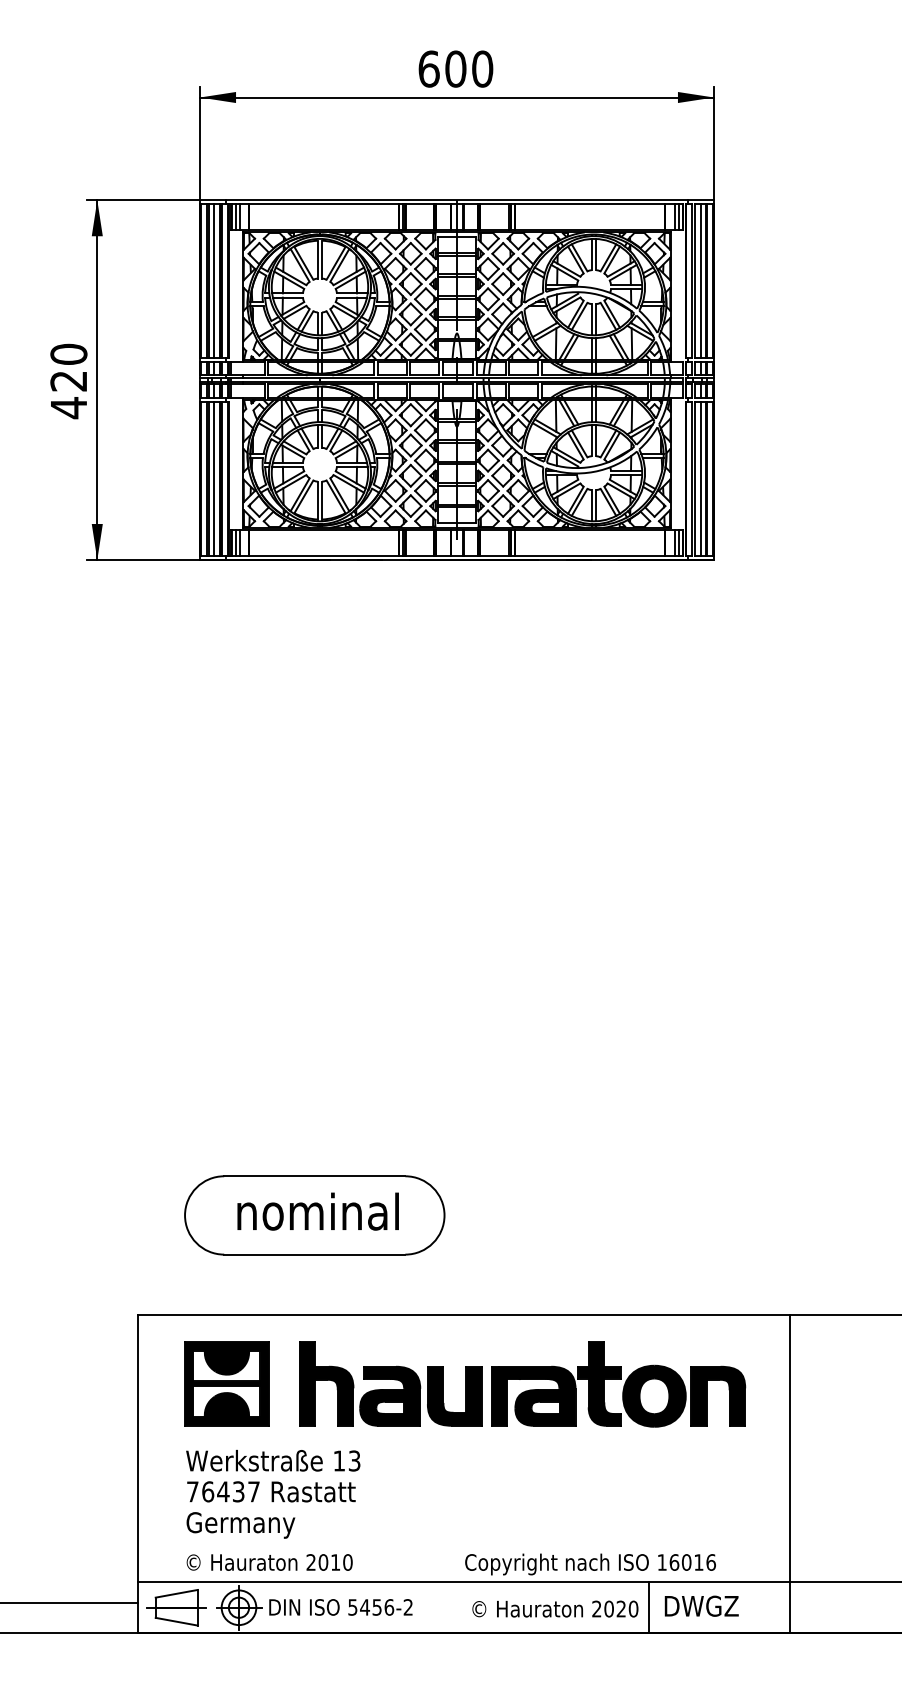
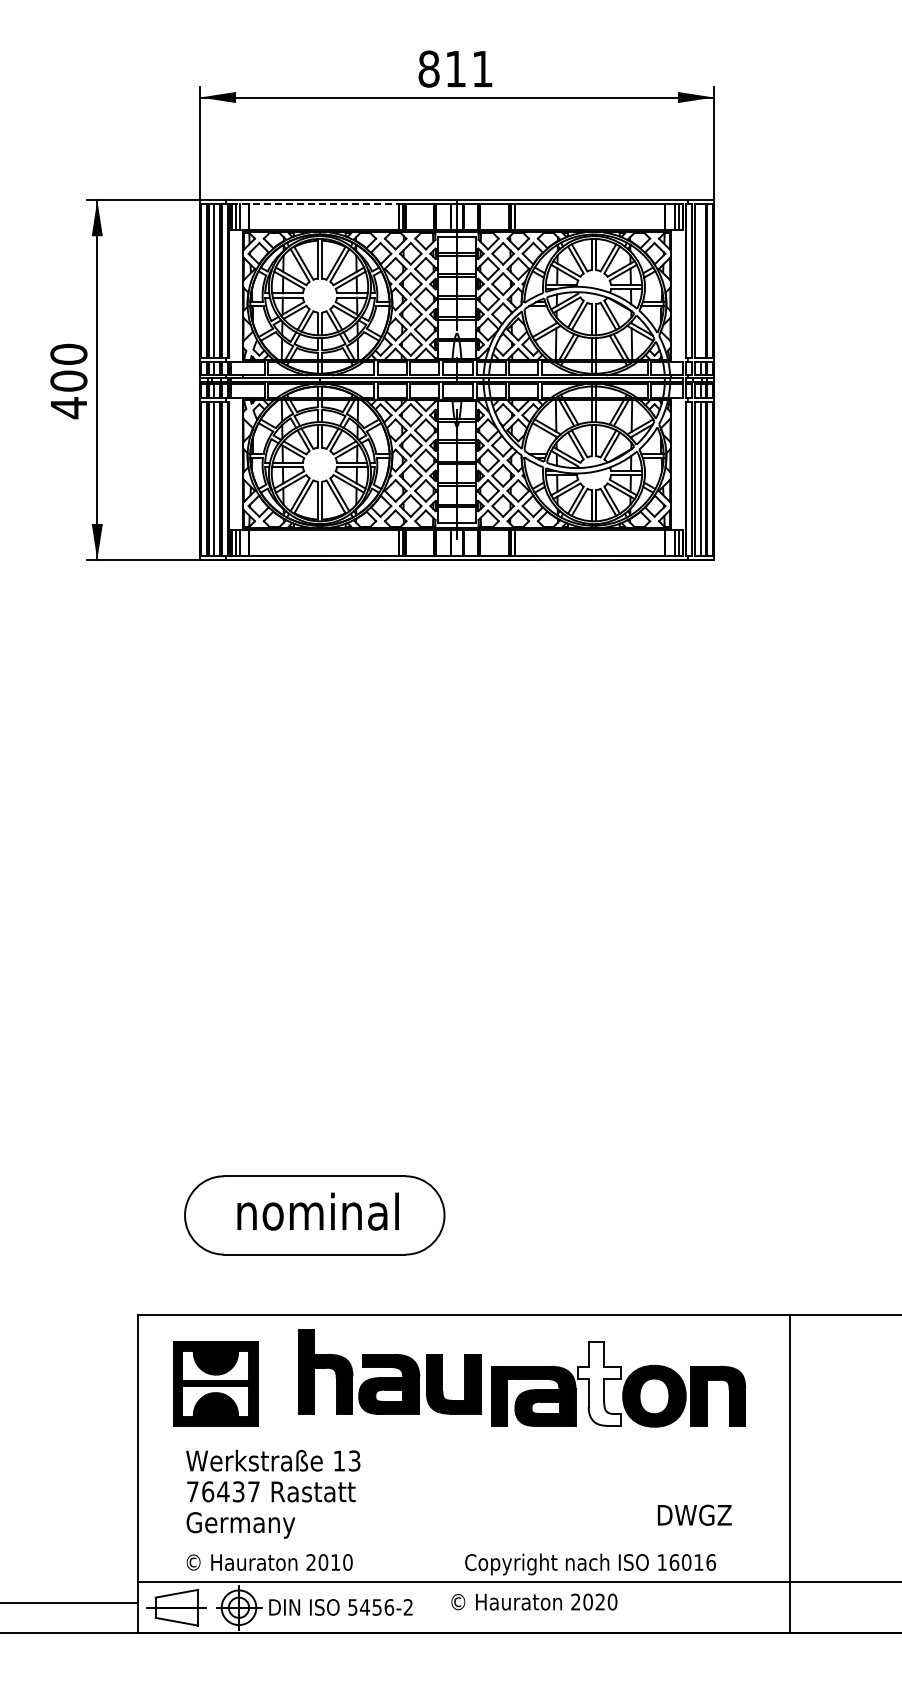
text at (455, 68): 600 -> 811
line at (317, 204): solid -> dashed
line at (700, 281): present -> none
text at (68, 380): 420 -> 400
part at (226, 1383) position: (226, 1383) -> (215, 1383)
part at (390, 1383) position: (390, 1383) -> (389, 1371)
fill at (598, 1383): present -> none
text at (701, 1605) position: (701, 1605) -> (694, 1514)
line at (649, 1607): present -> none
text at (555, 1608) position: (555, 1608) -> (534, 1601)
